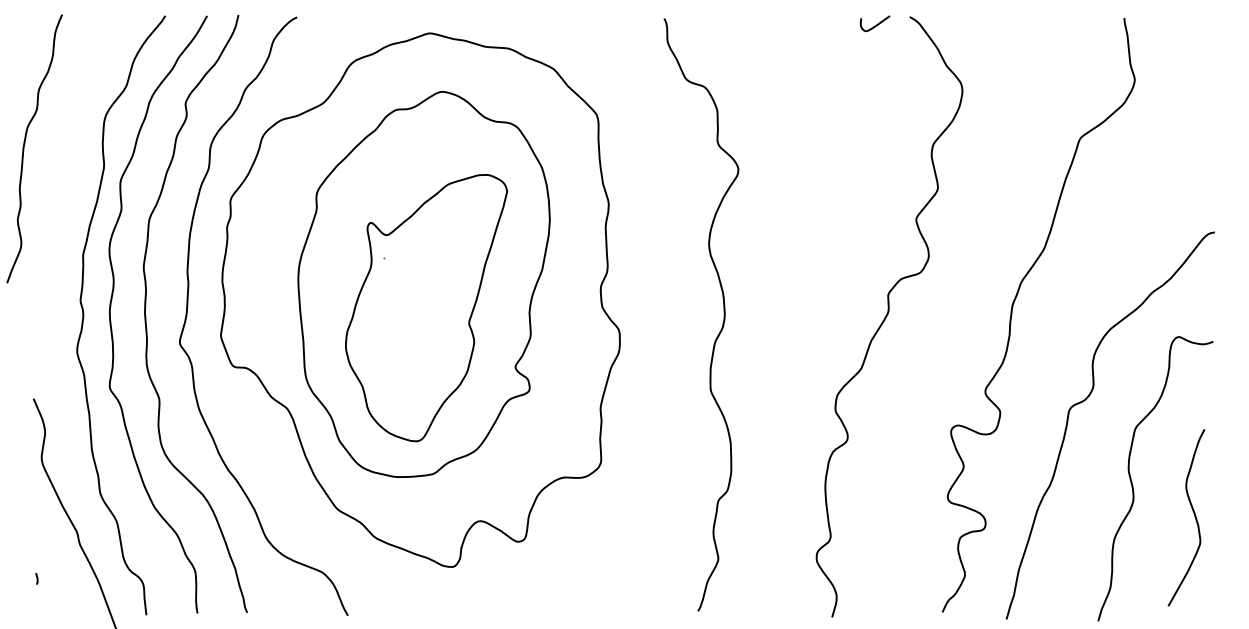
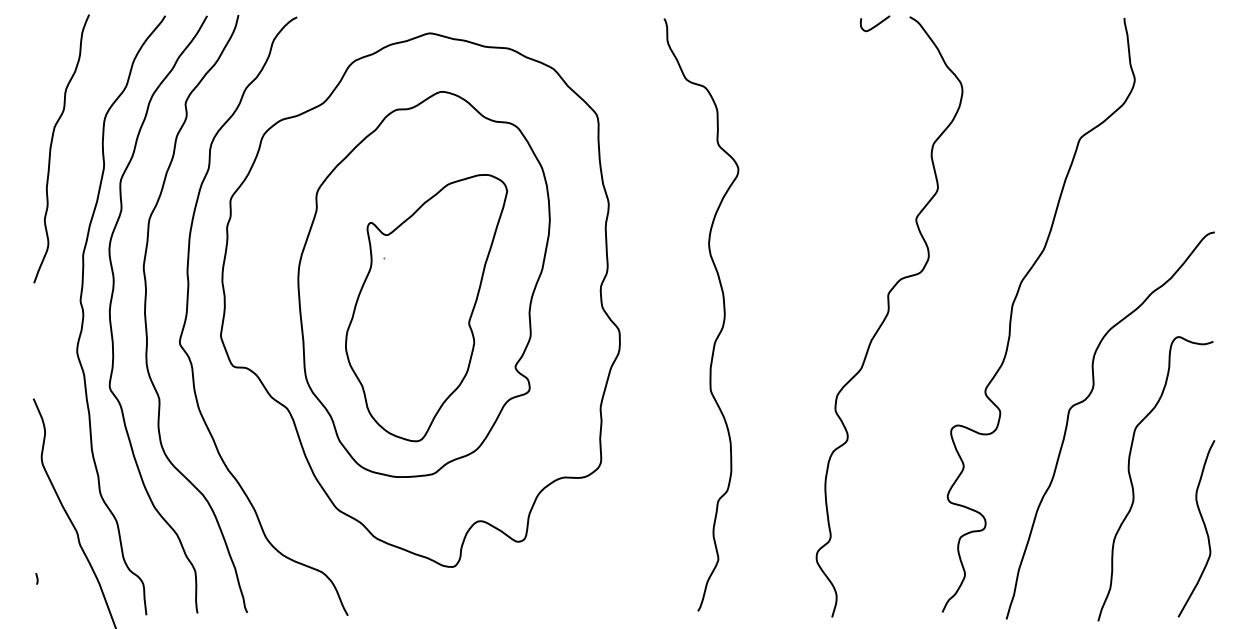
curve at (25, 144) position: (25, 144) -> (52, 144)
curve at (1193, 514) position: (1193, 514) -> (1203, 525)
